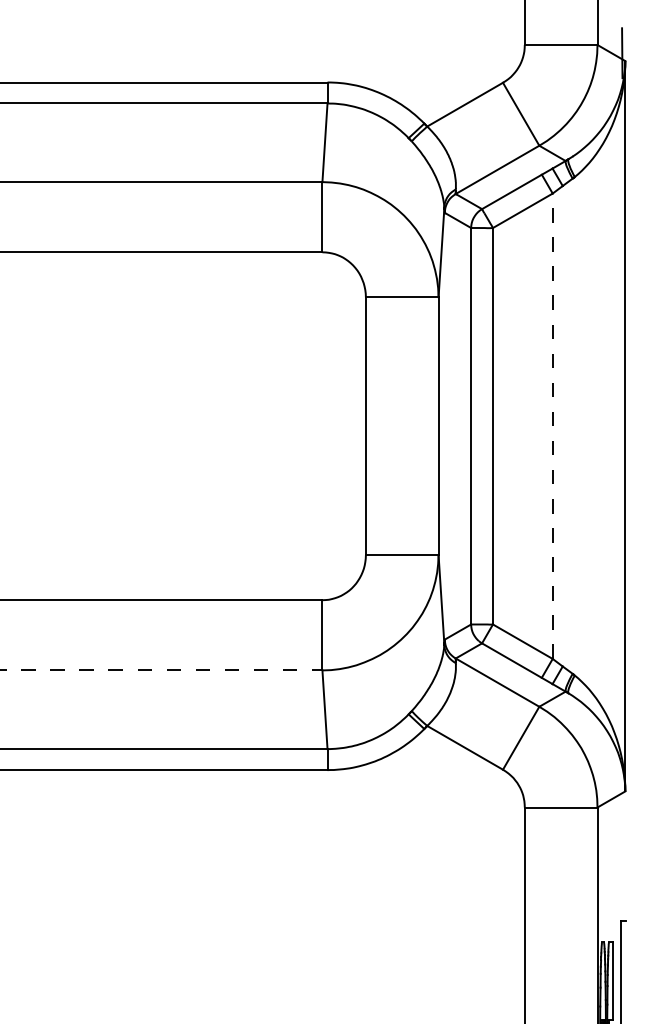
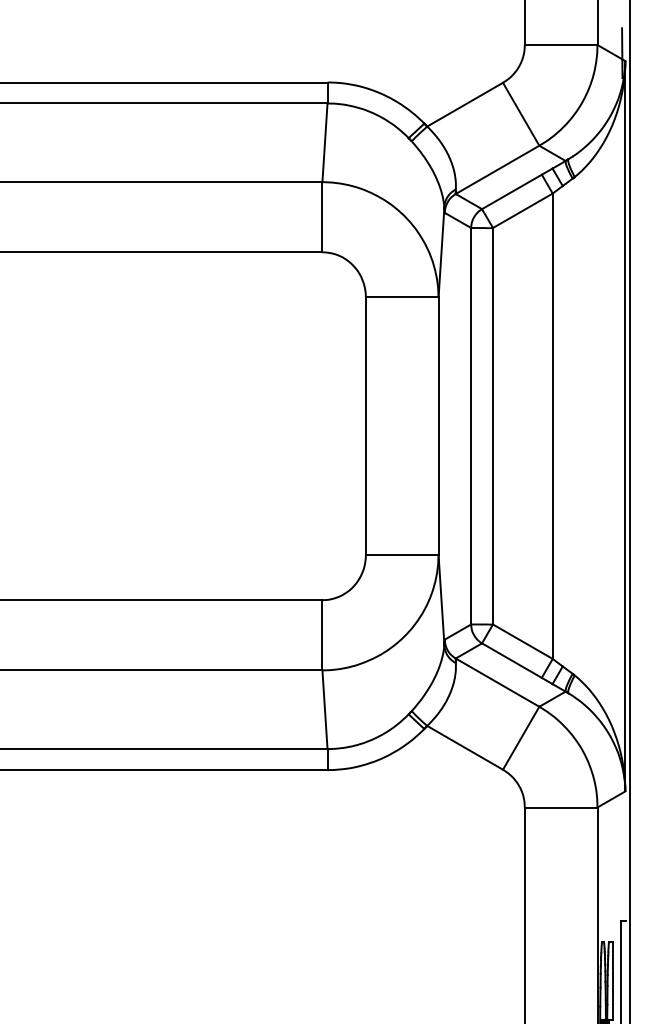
line at (552, 426): dashed -> solid
line at (629, 511): none -> present
line at (161, 670): dashed -> solid
